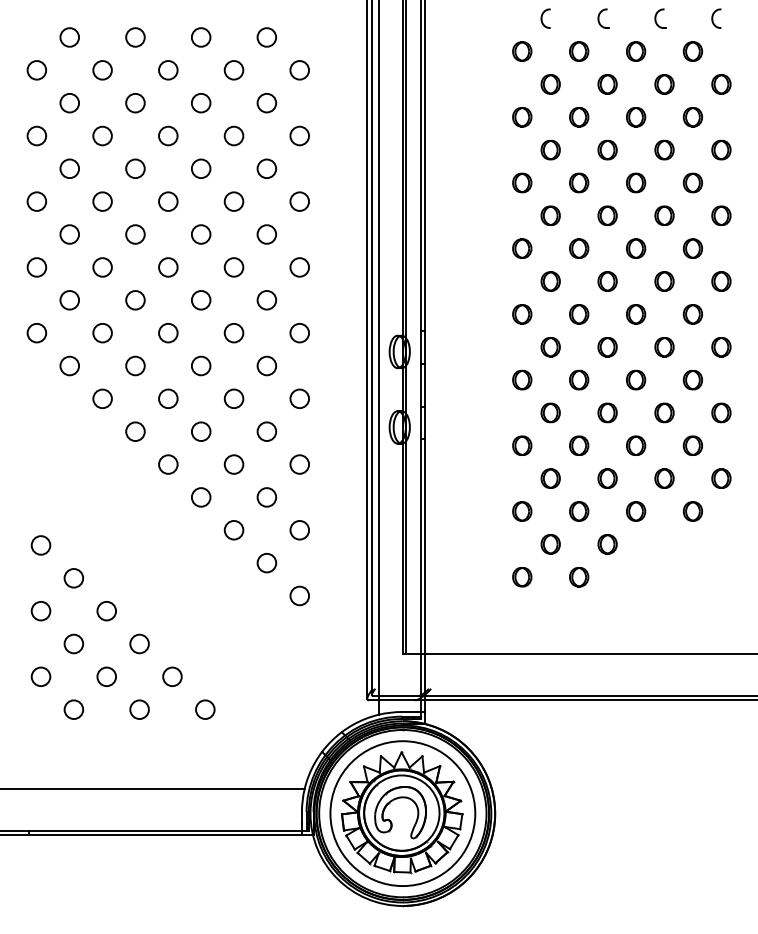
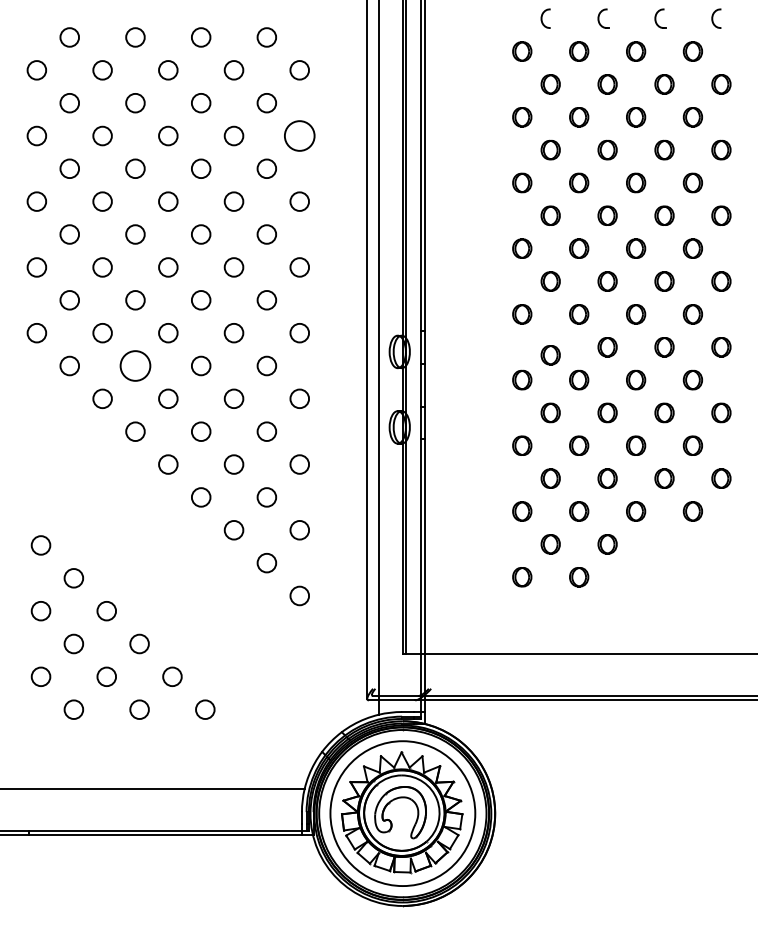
circle at (299, 135) diameter: 19 px -> 30 px
part at (550, 347) position: (550, 347) -> (550, 355)
line at (371, 348): present -> none
circle at (135, 365) diameter: 19 px -> 30 px
